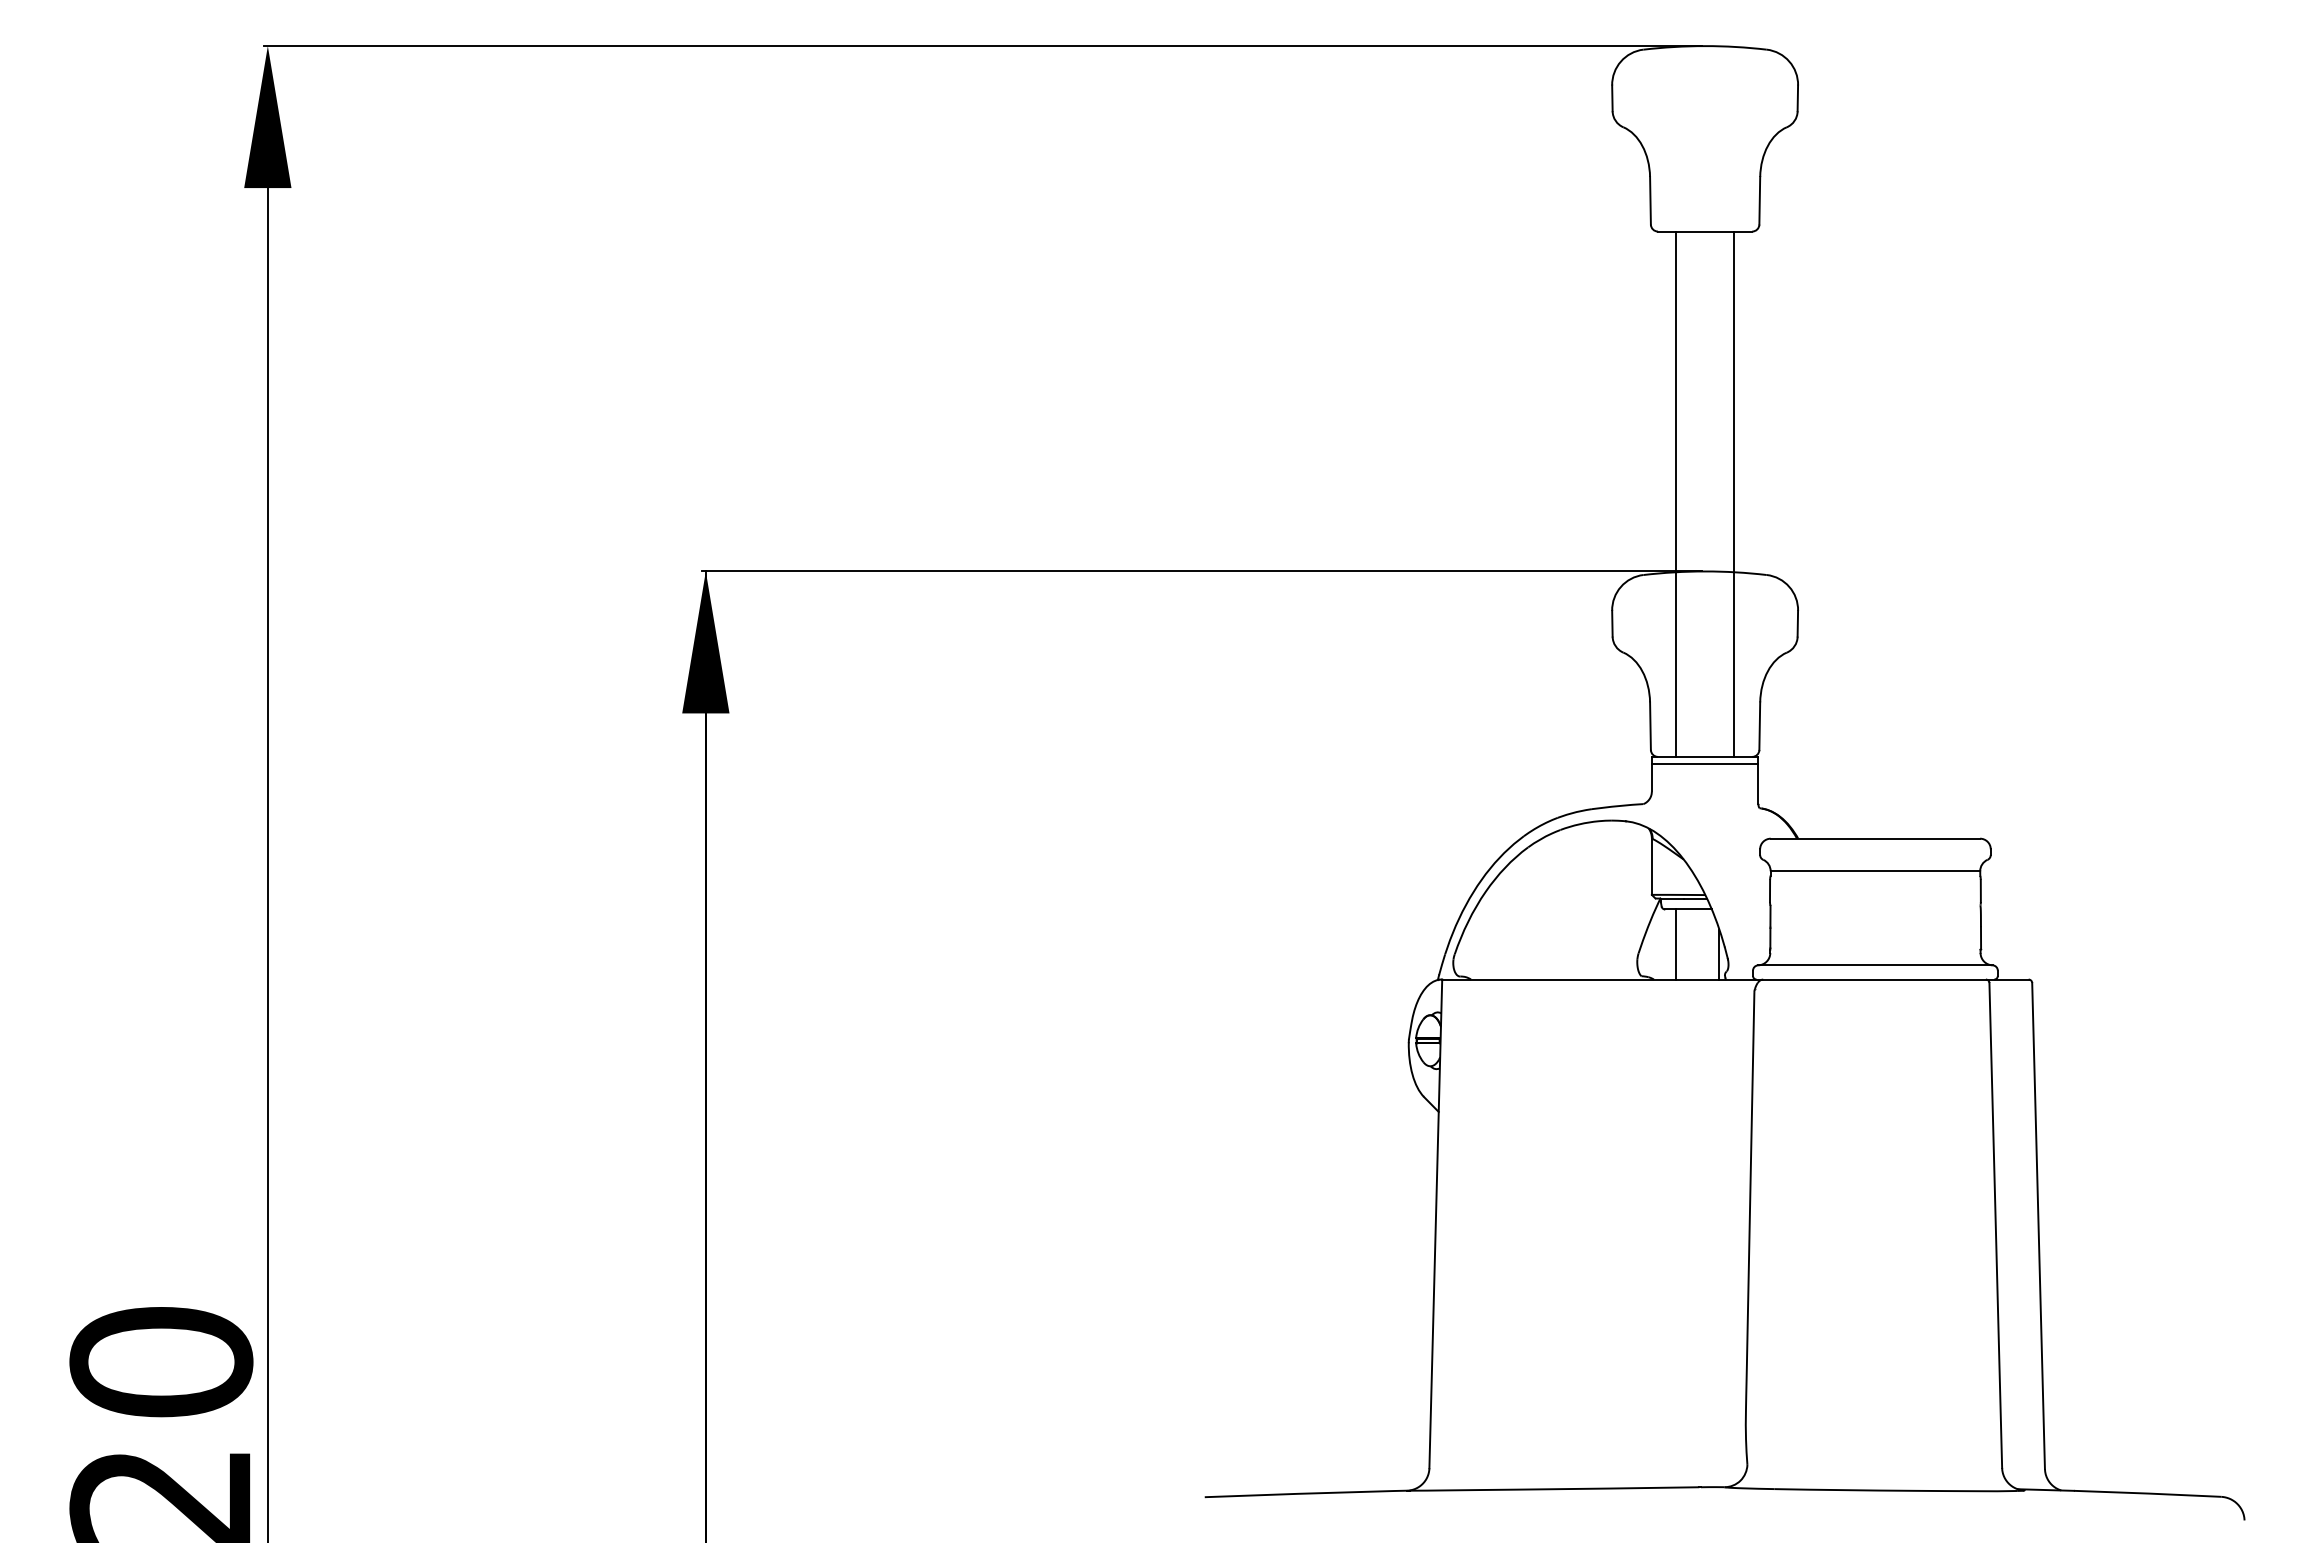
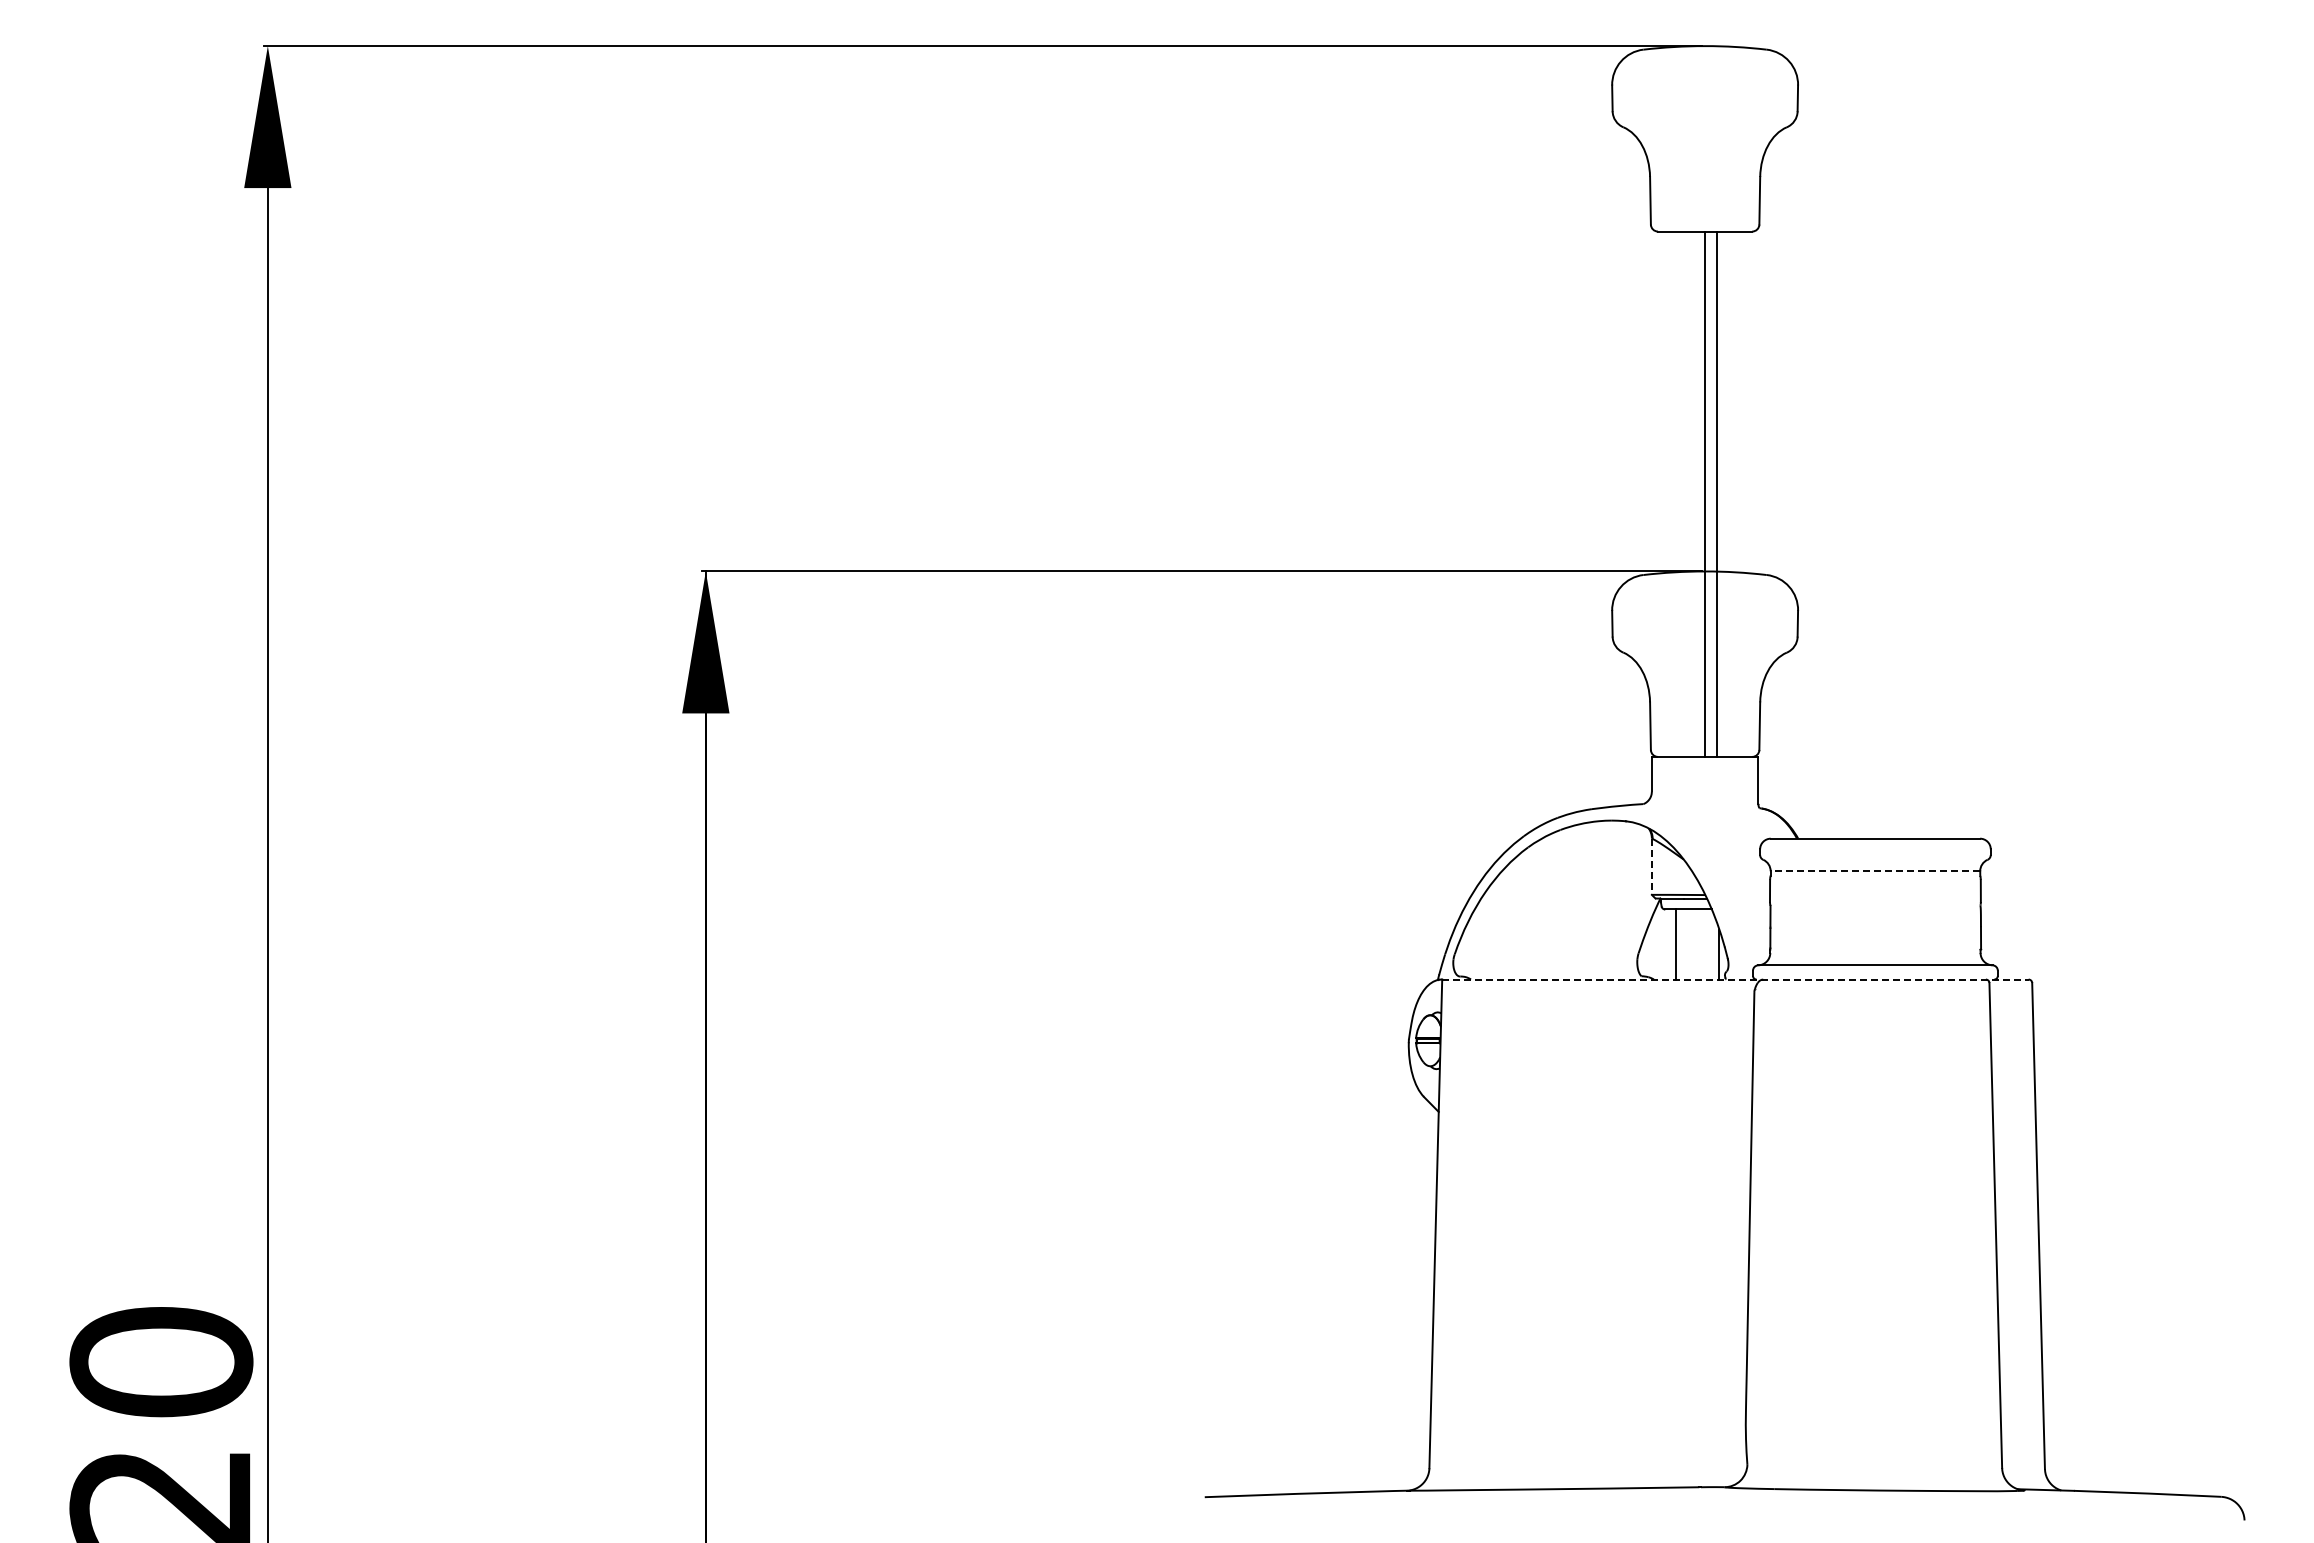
line at (1676, 493) position: (1676, 493) -> (1705, 493)
line at (1733, 493) position: (1733, 493) -> (1716, 493)
line at (1704, 764): present -> none
line at (1651, 867): solid -> dashed
line at (1875, 871): solid -> dashed
line at (1735, 979): solid -> dashed
